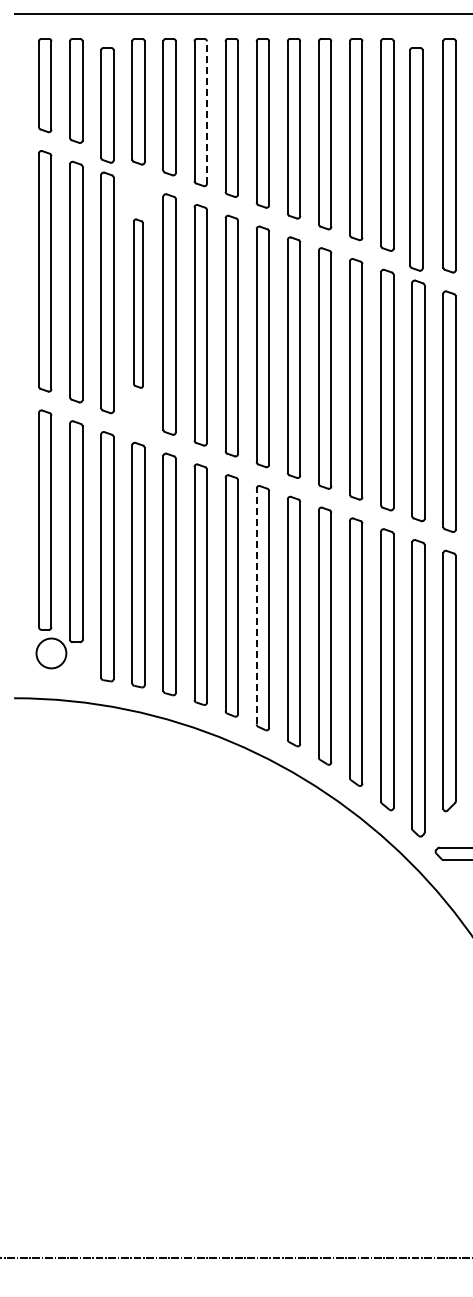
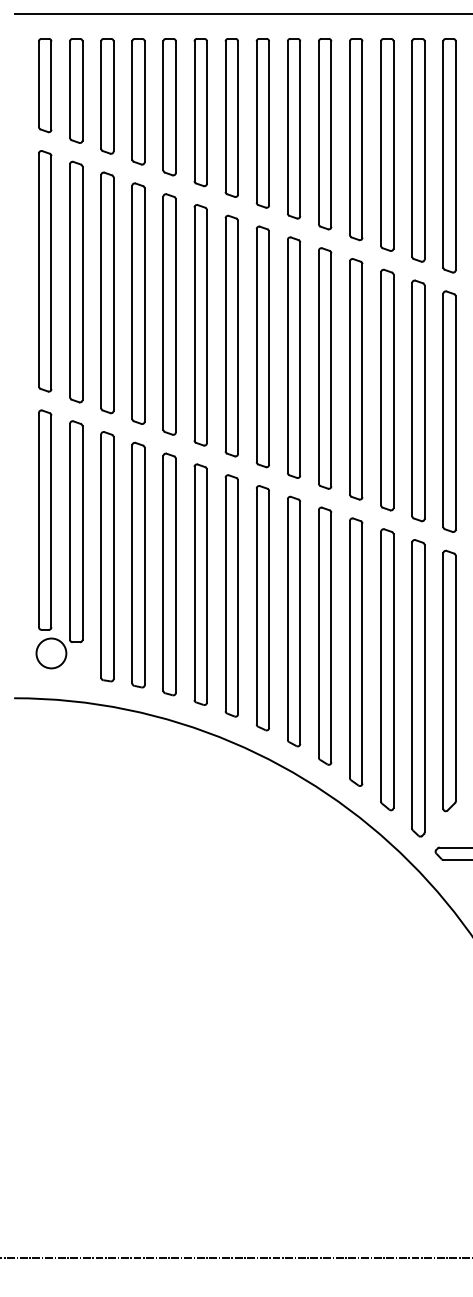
part at (107, 105) position: (107, 105) -> (107, 96)
line at (206, 112): dashed -> solid
part at (416, 159) position: (416, 159) -> (418, 150)
part at (138, 303) size: 11x171 px -> 15x243 px
line at (256, 606): dashed -> solid
